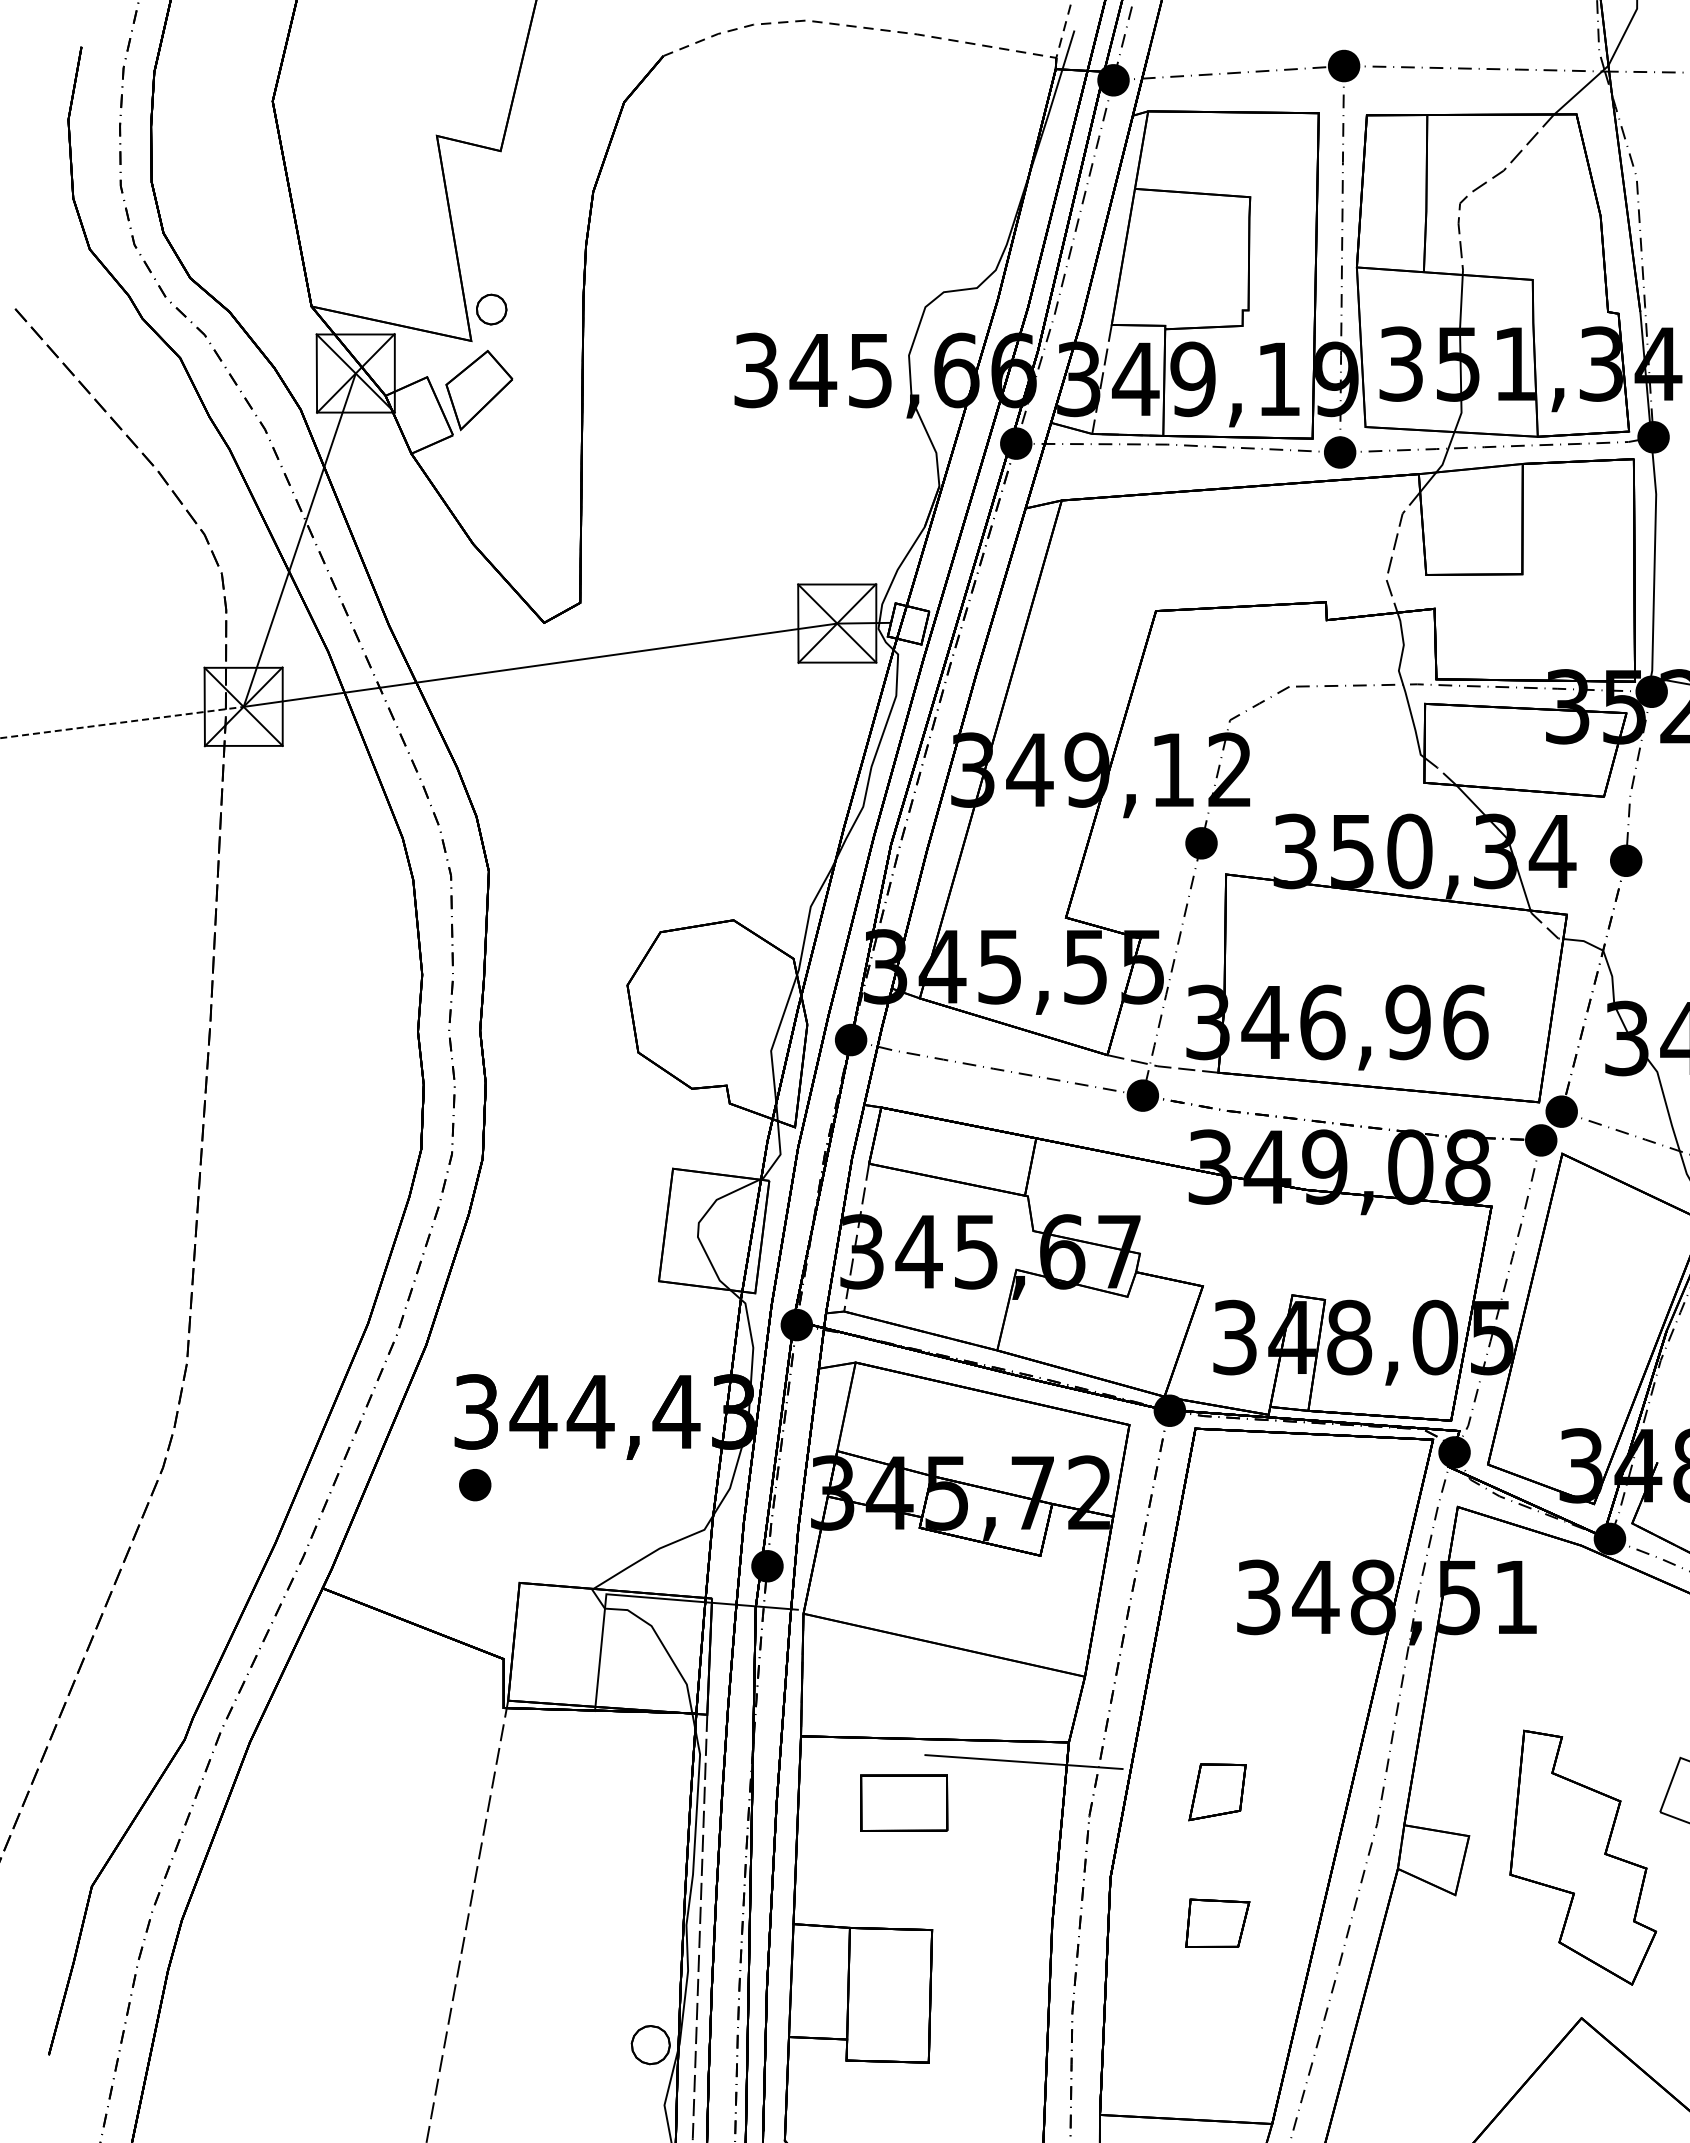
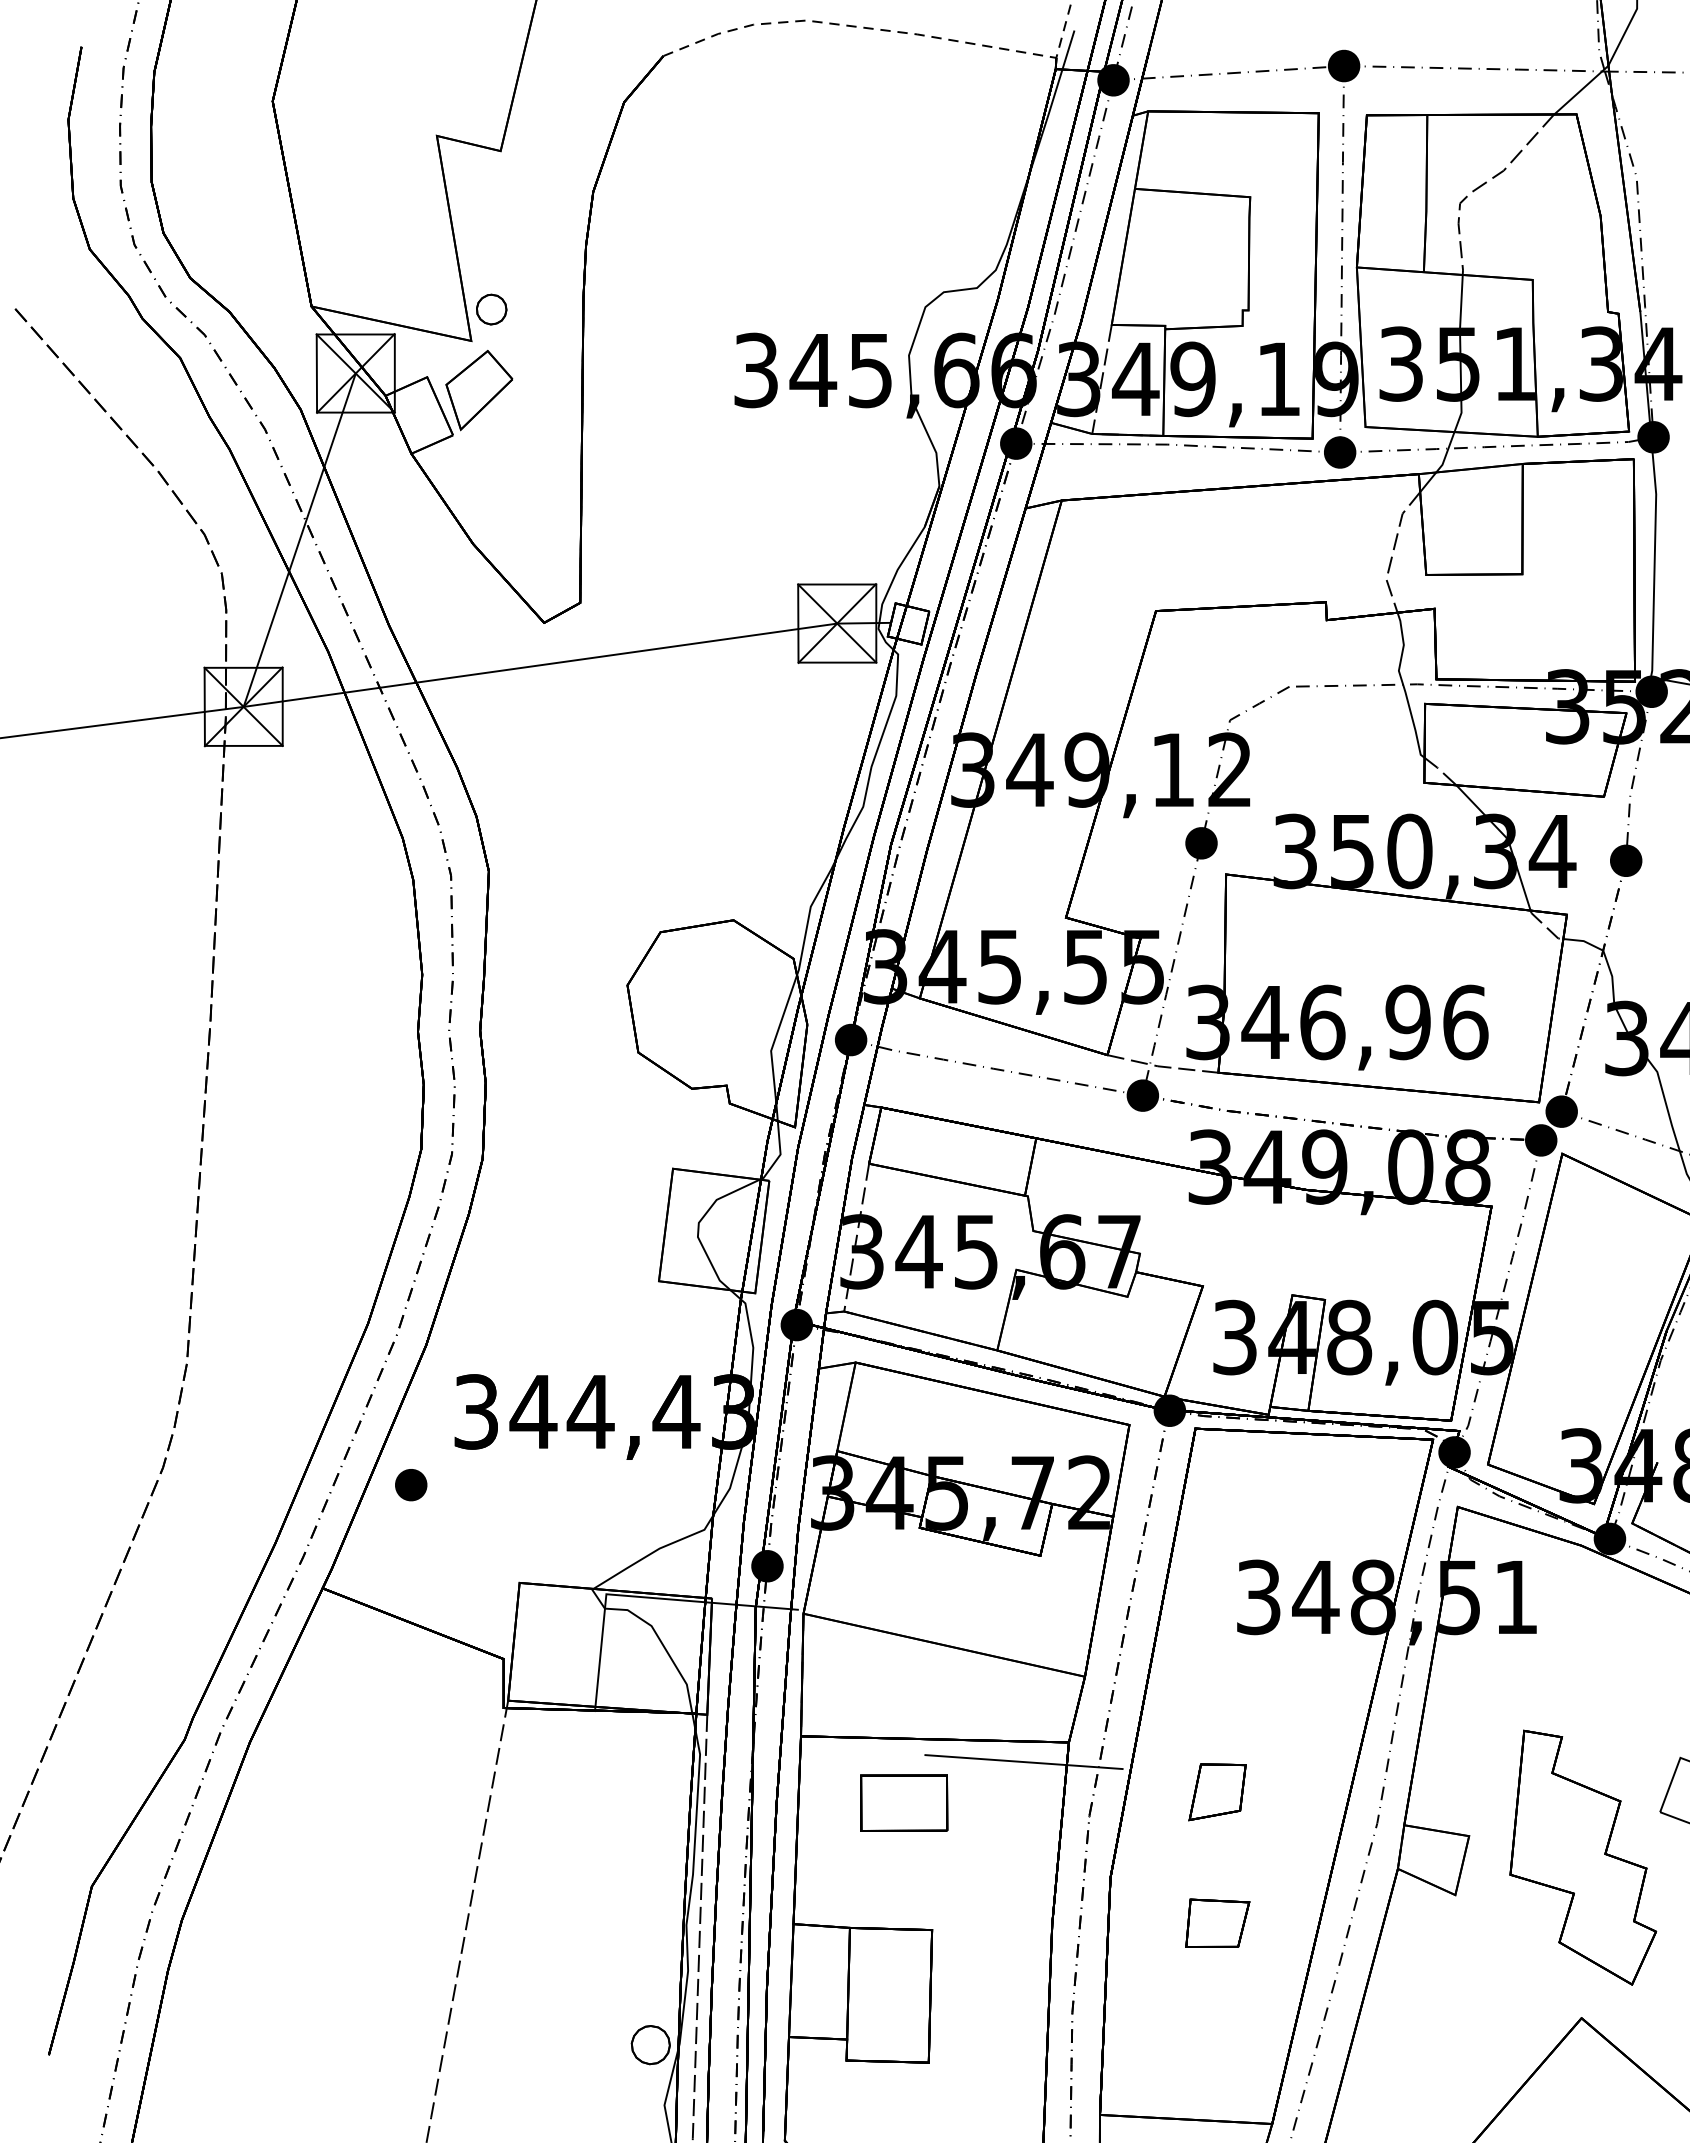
line at (122, 722): dashed -> solid
part at (475, 1485) position: (475, 1485) -> (411, 1485)
